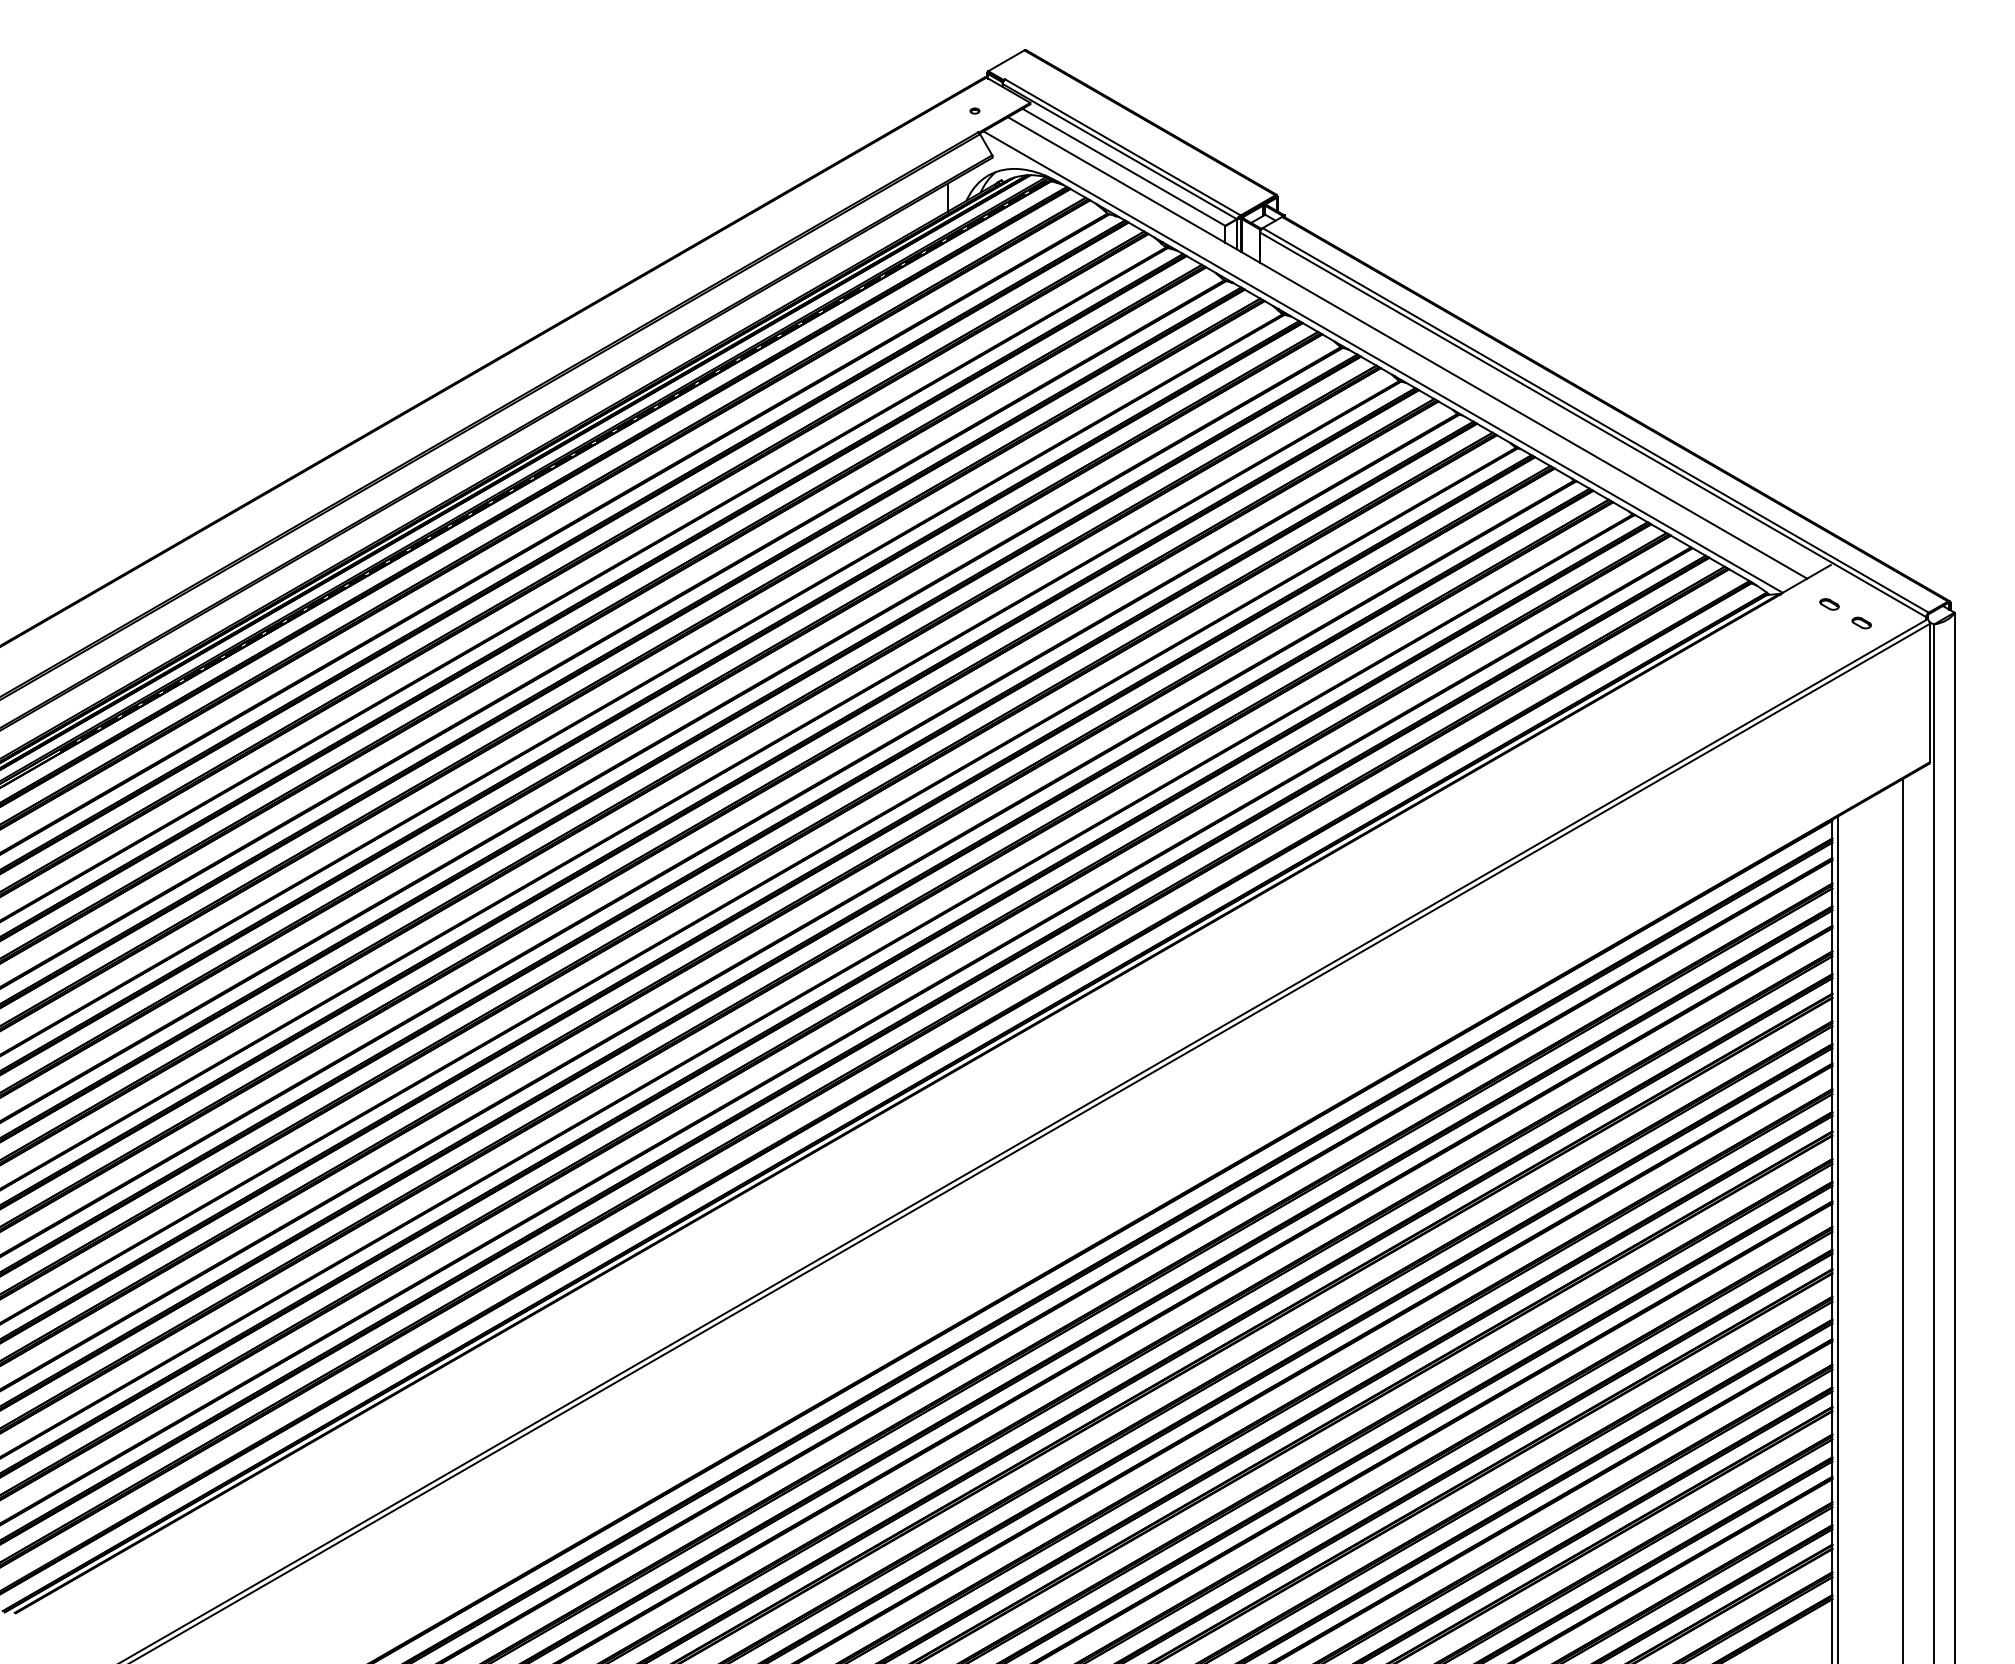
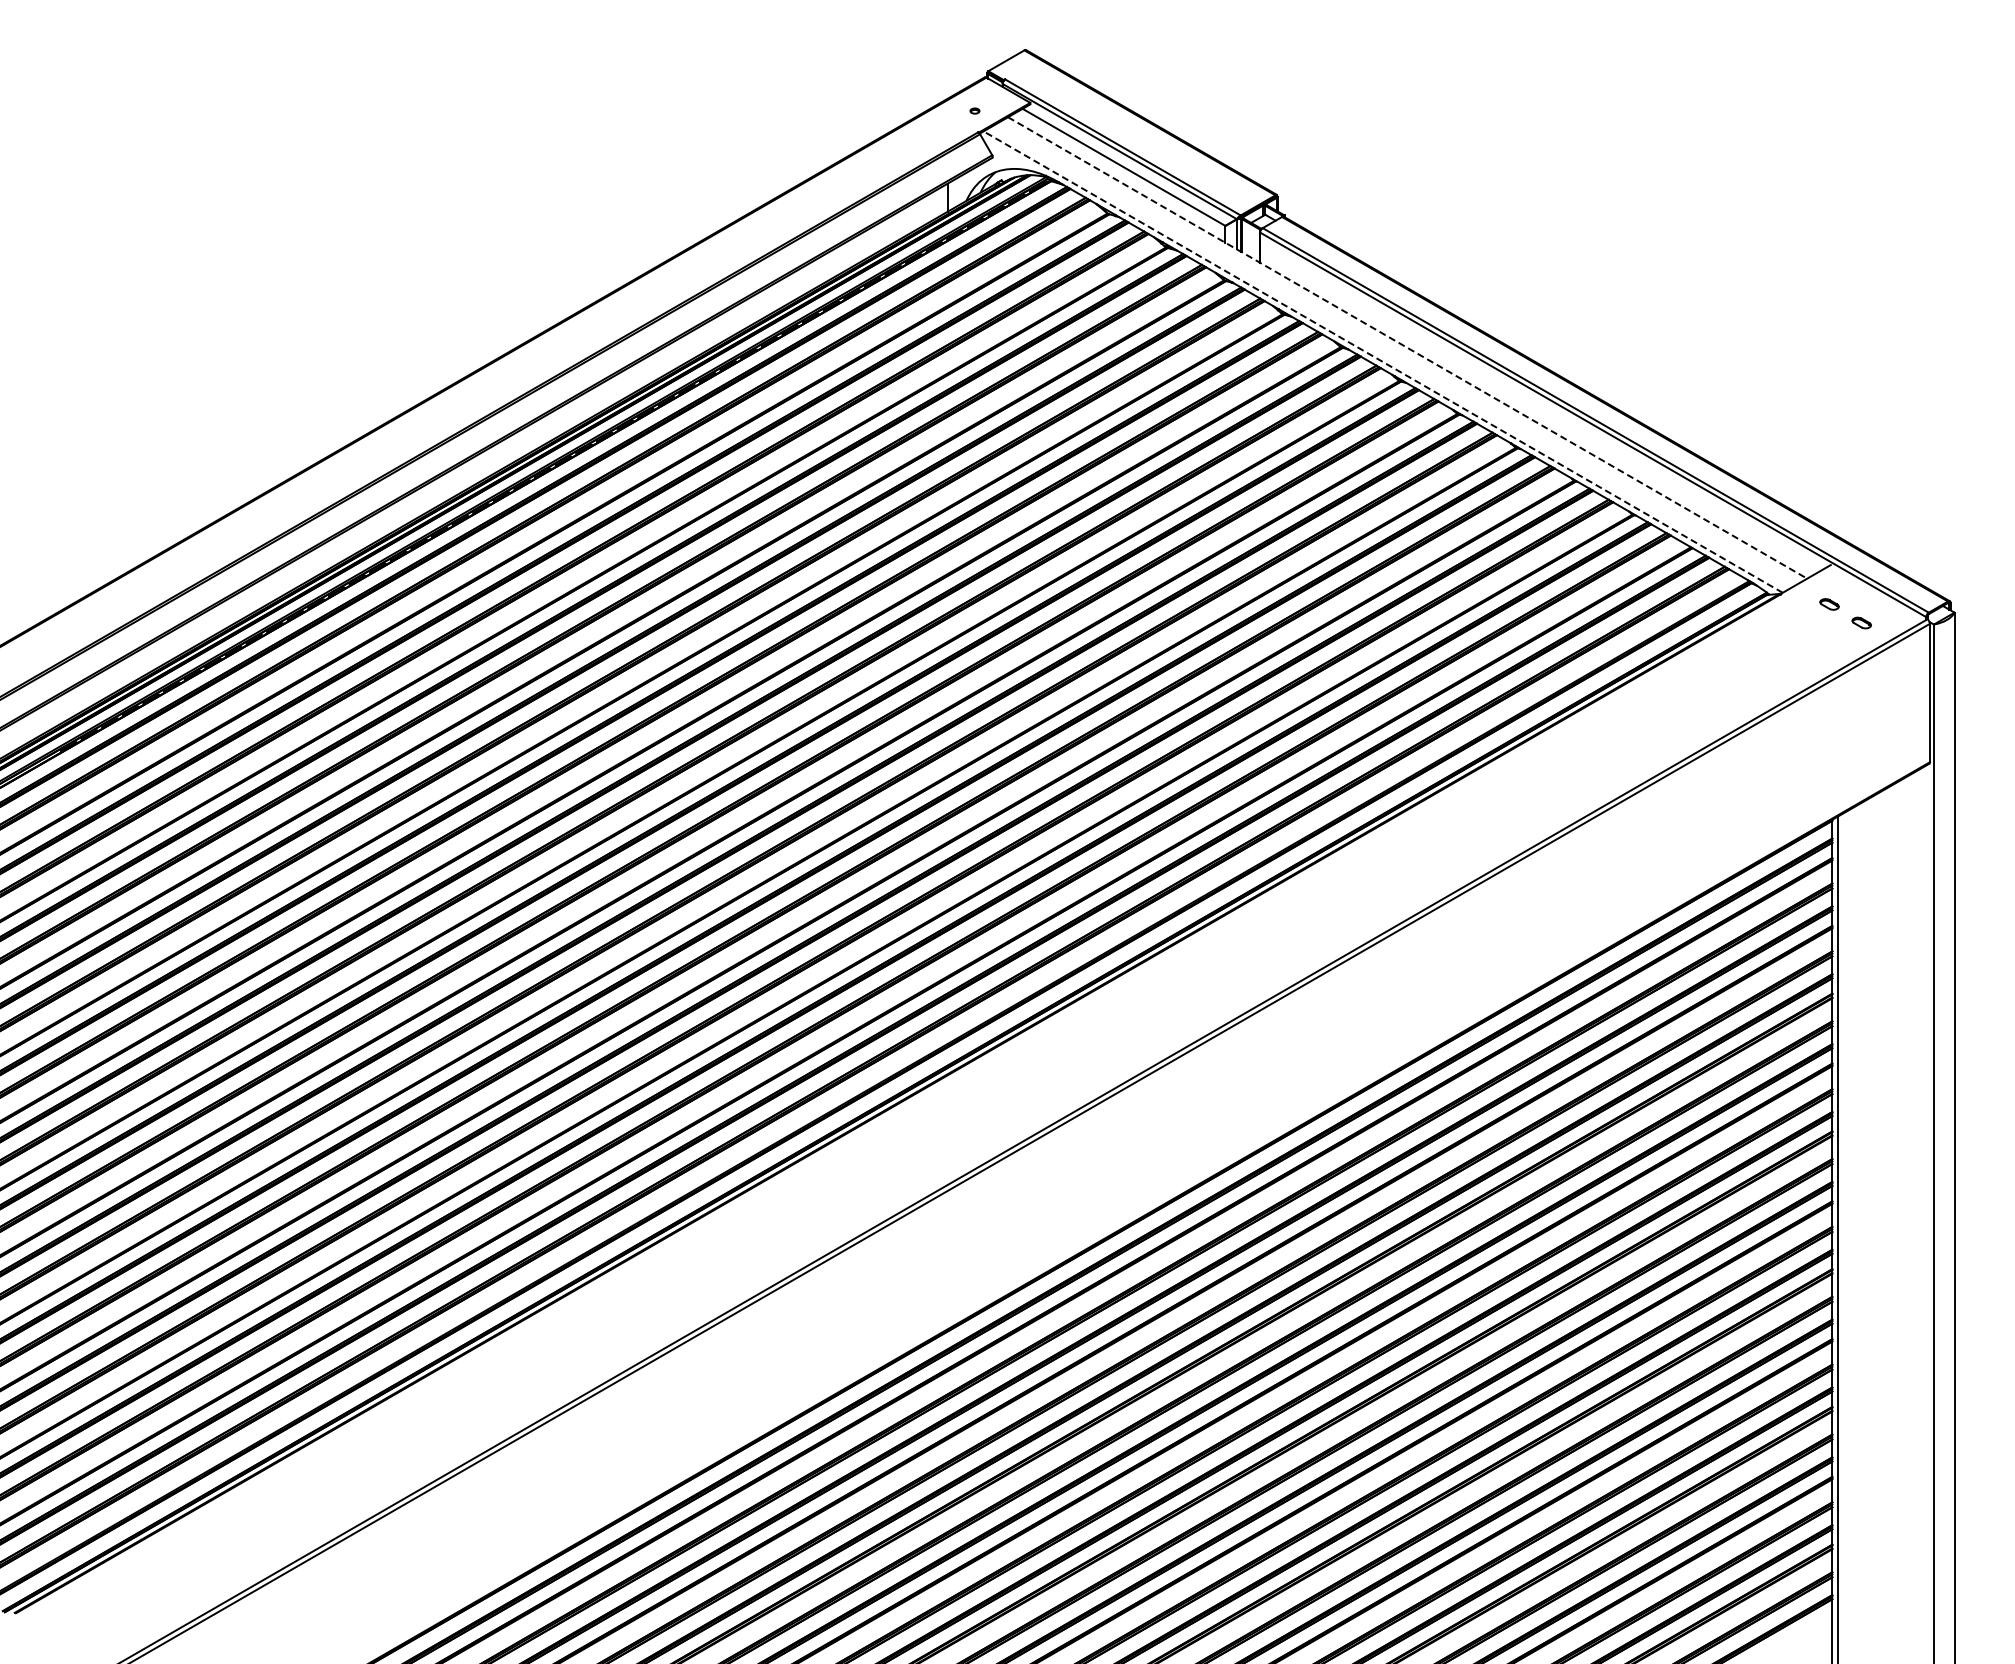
line at (1408, 348): solid -> dashed
line at (1382, 361): solid -> dashed
line at (1902, 1219): present -> none
